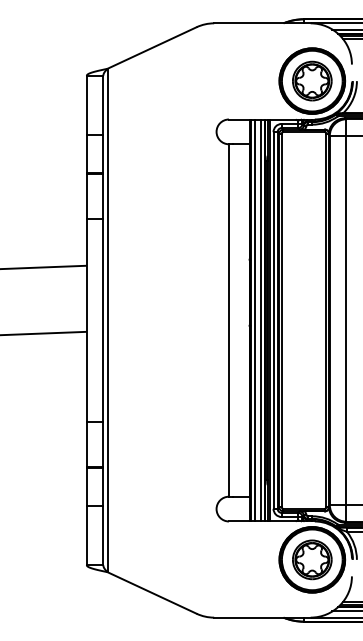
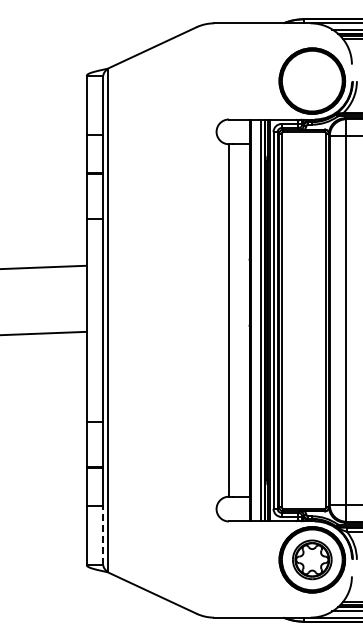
part at (312, 80): present -> none
line at (254, 320): present -> none
line at (103, 535): solid -> dashed
